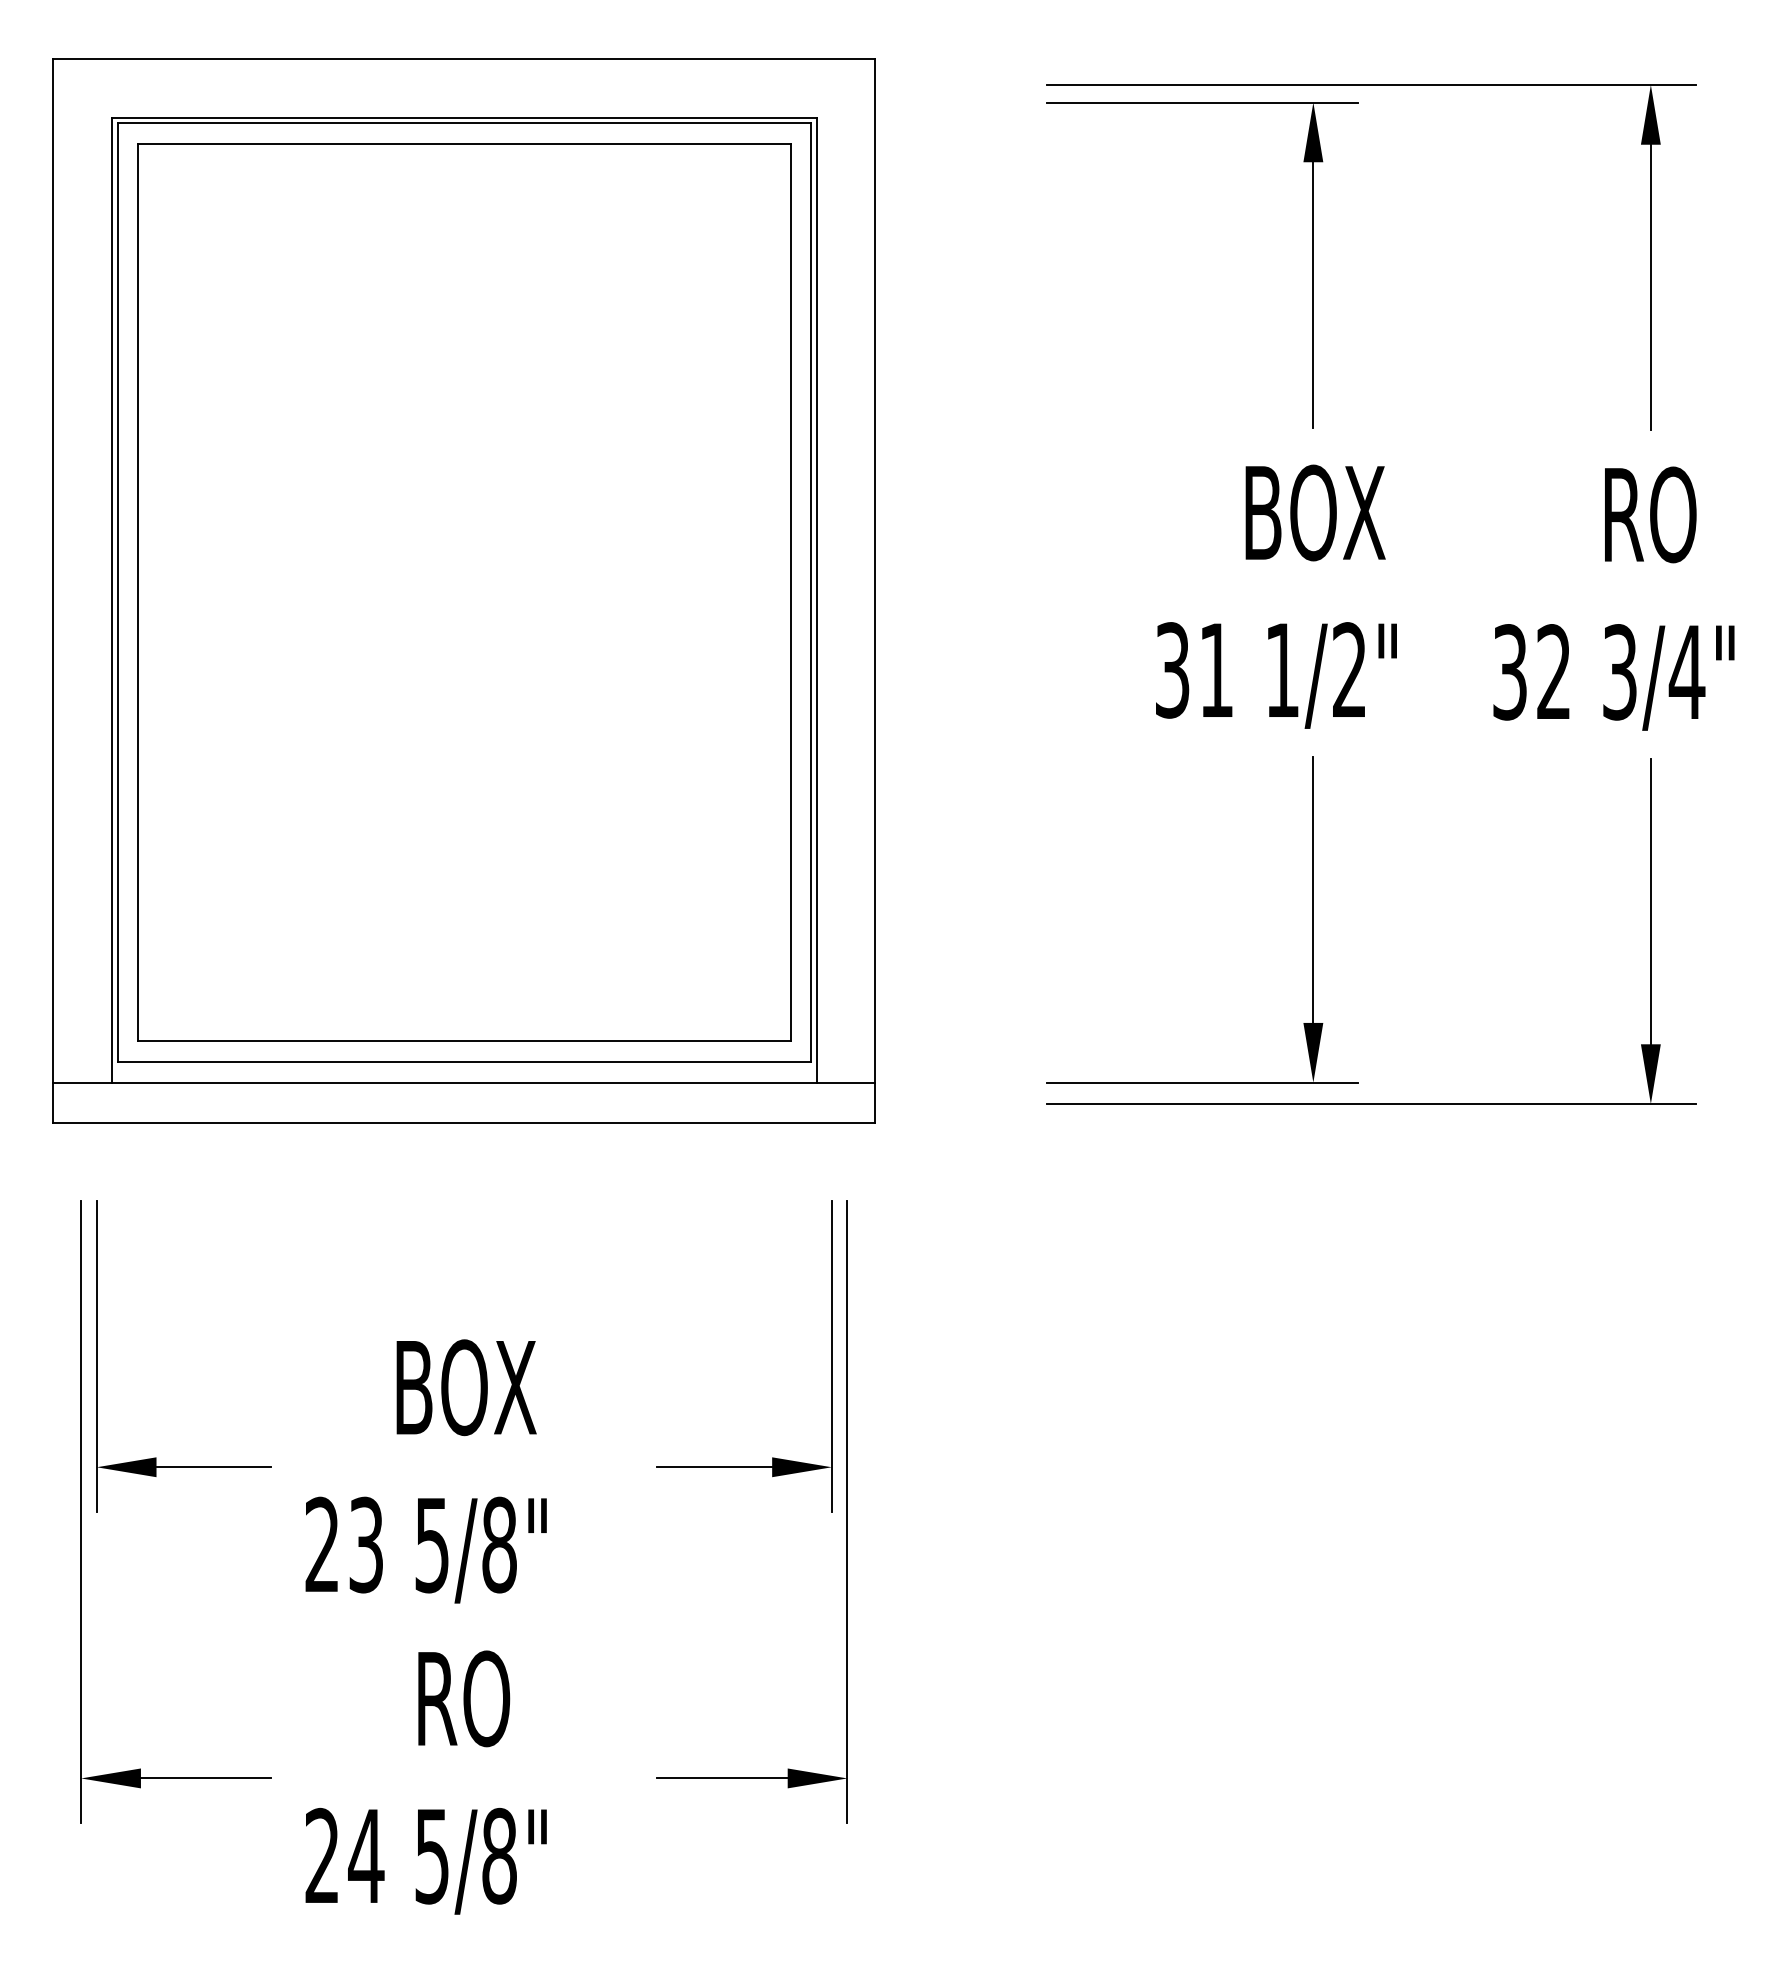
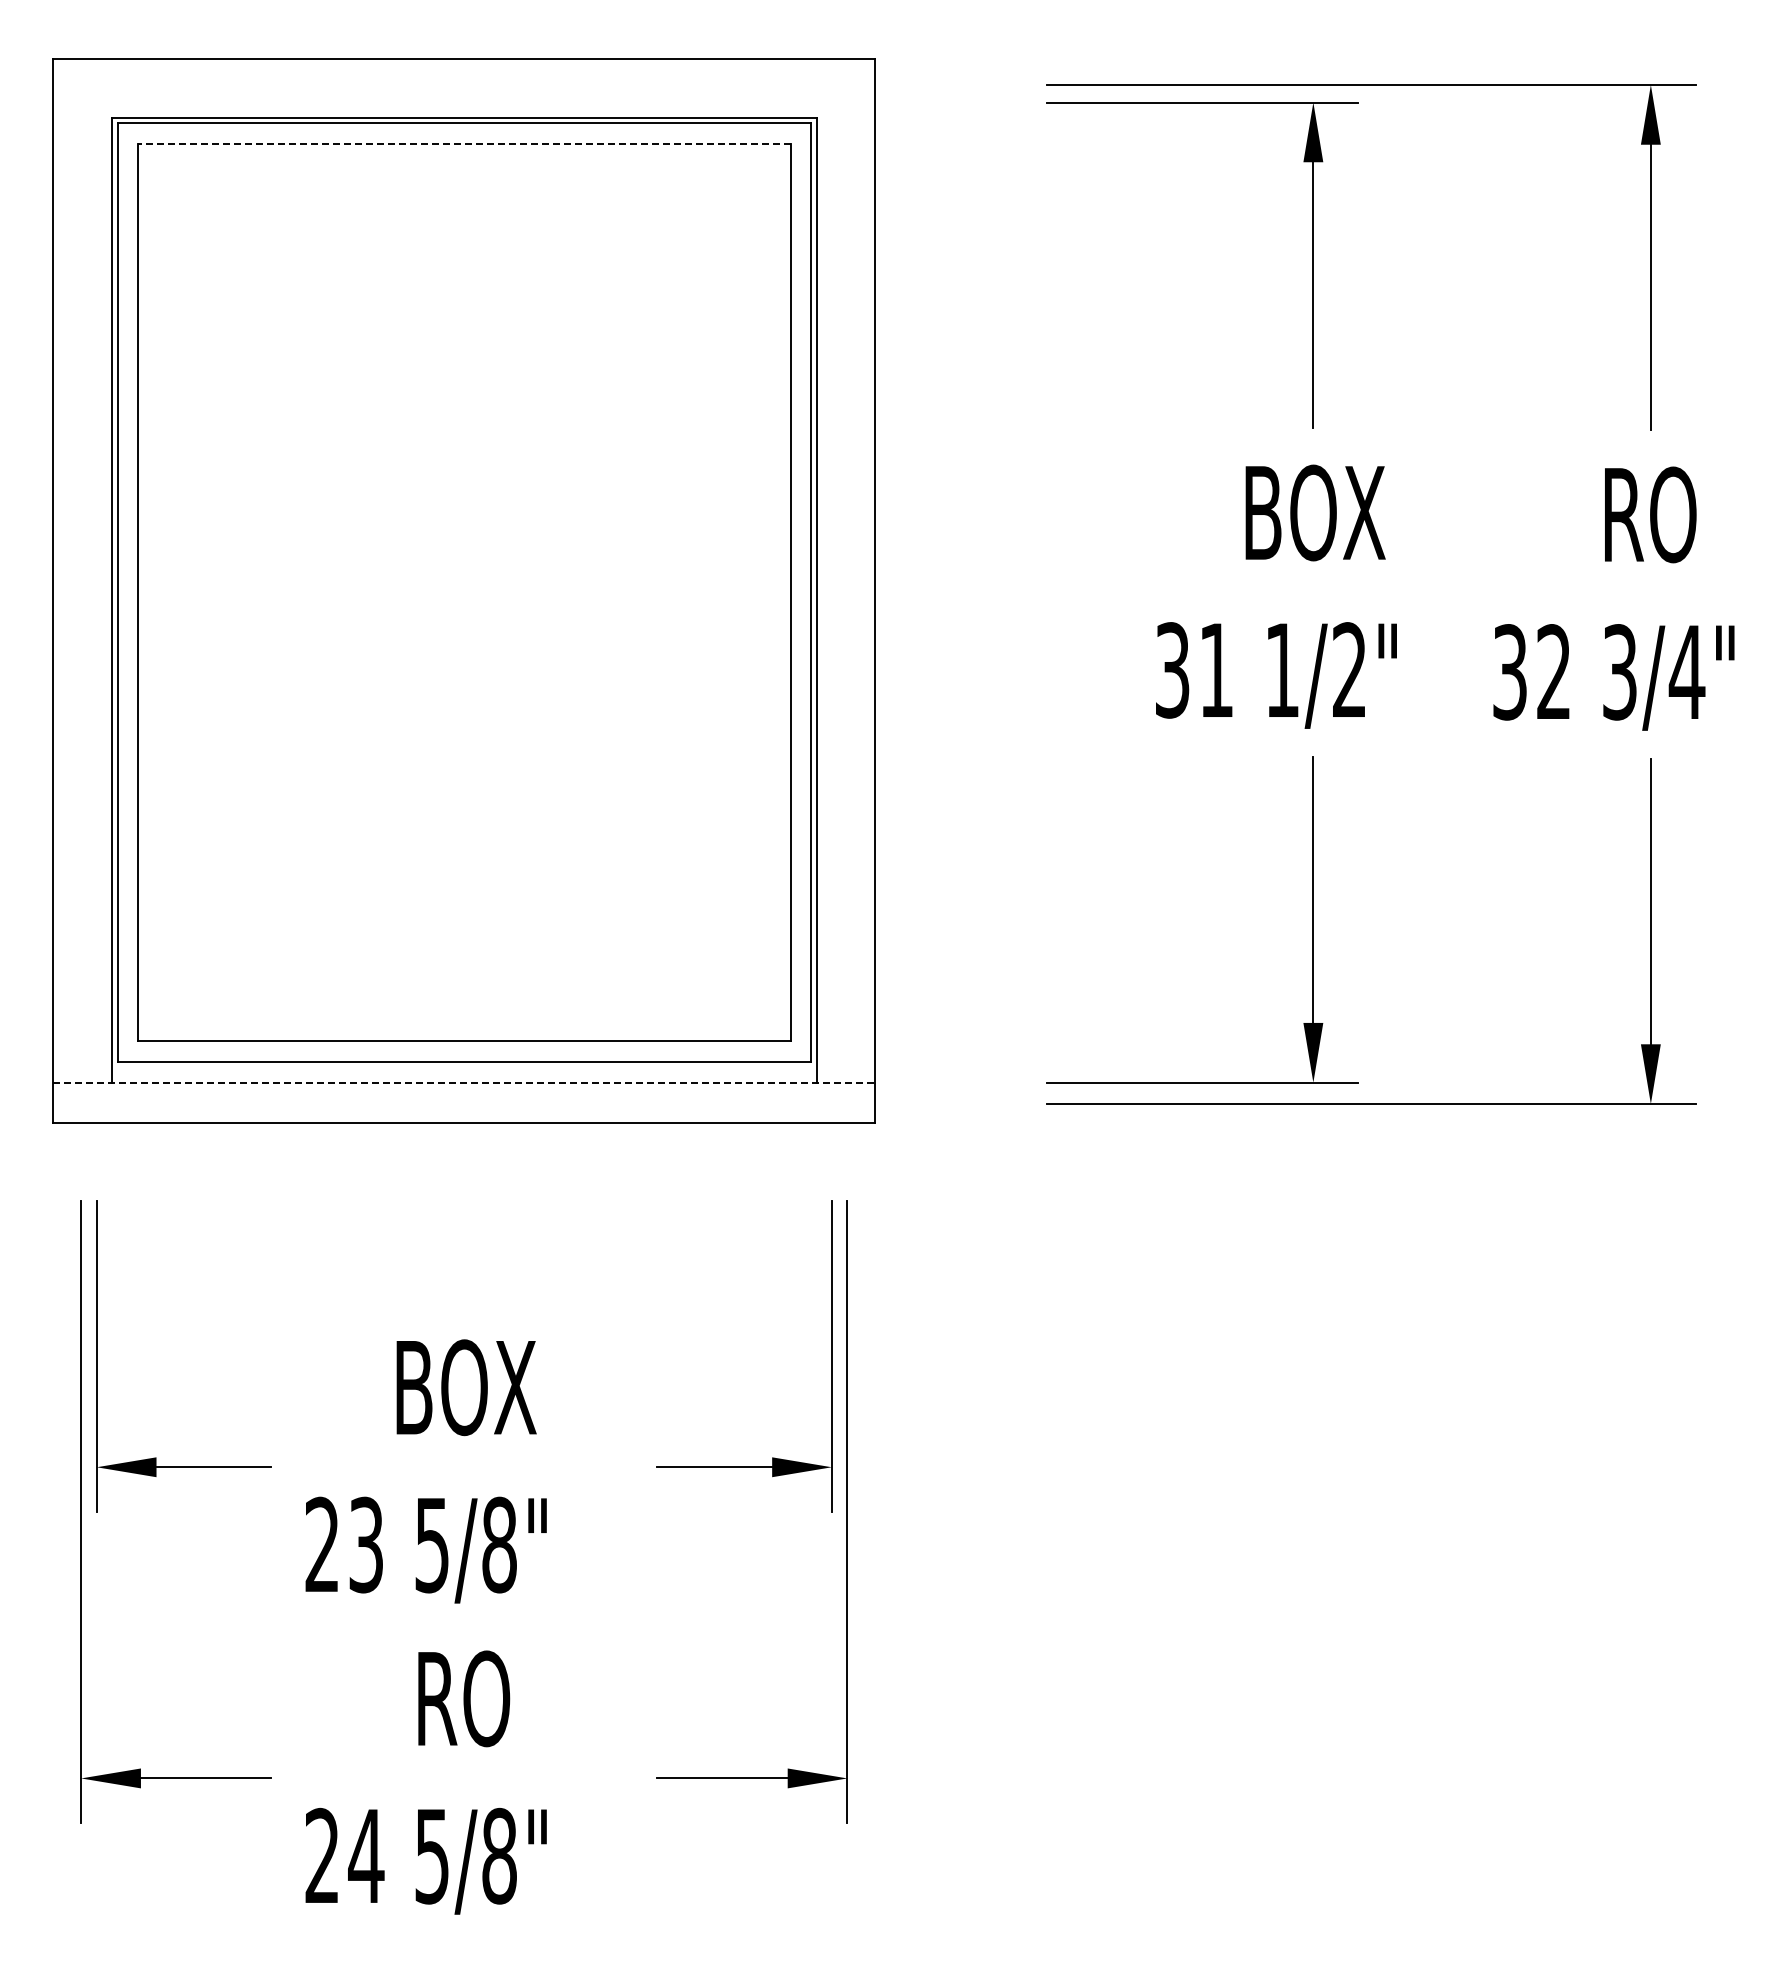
line at (463, 143): solid -> dashed
line at (464, 1082): solid -> dashed
